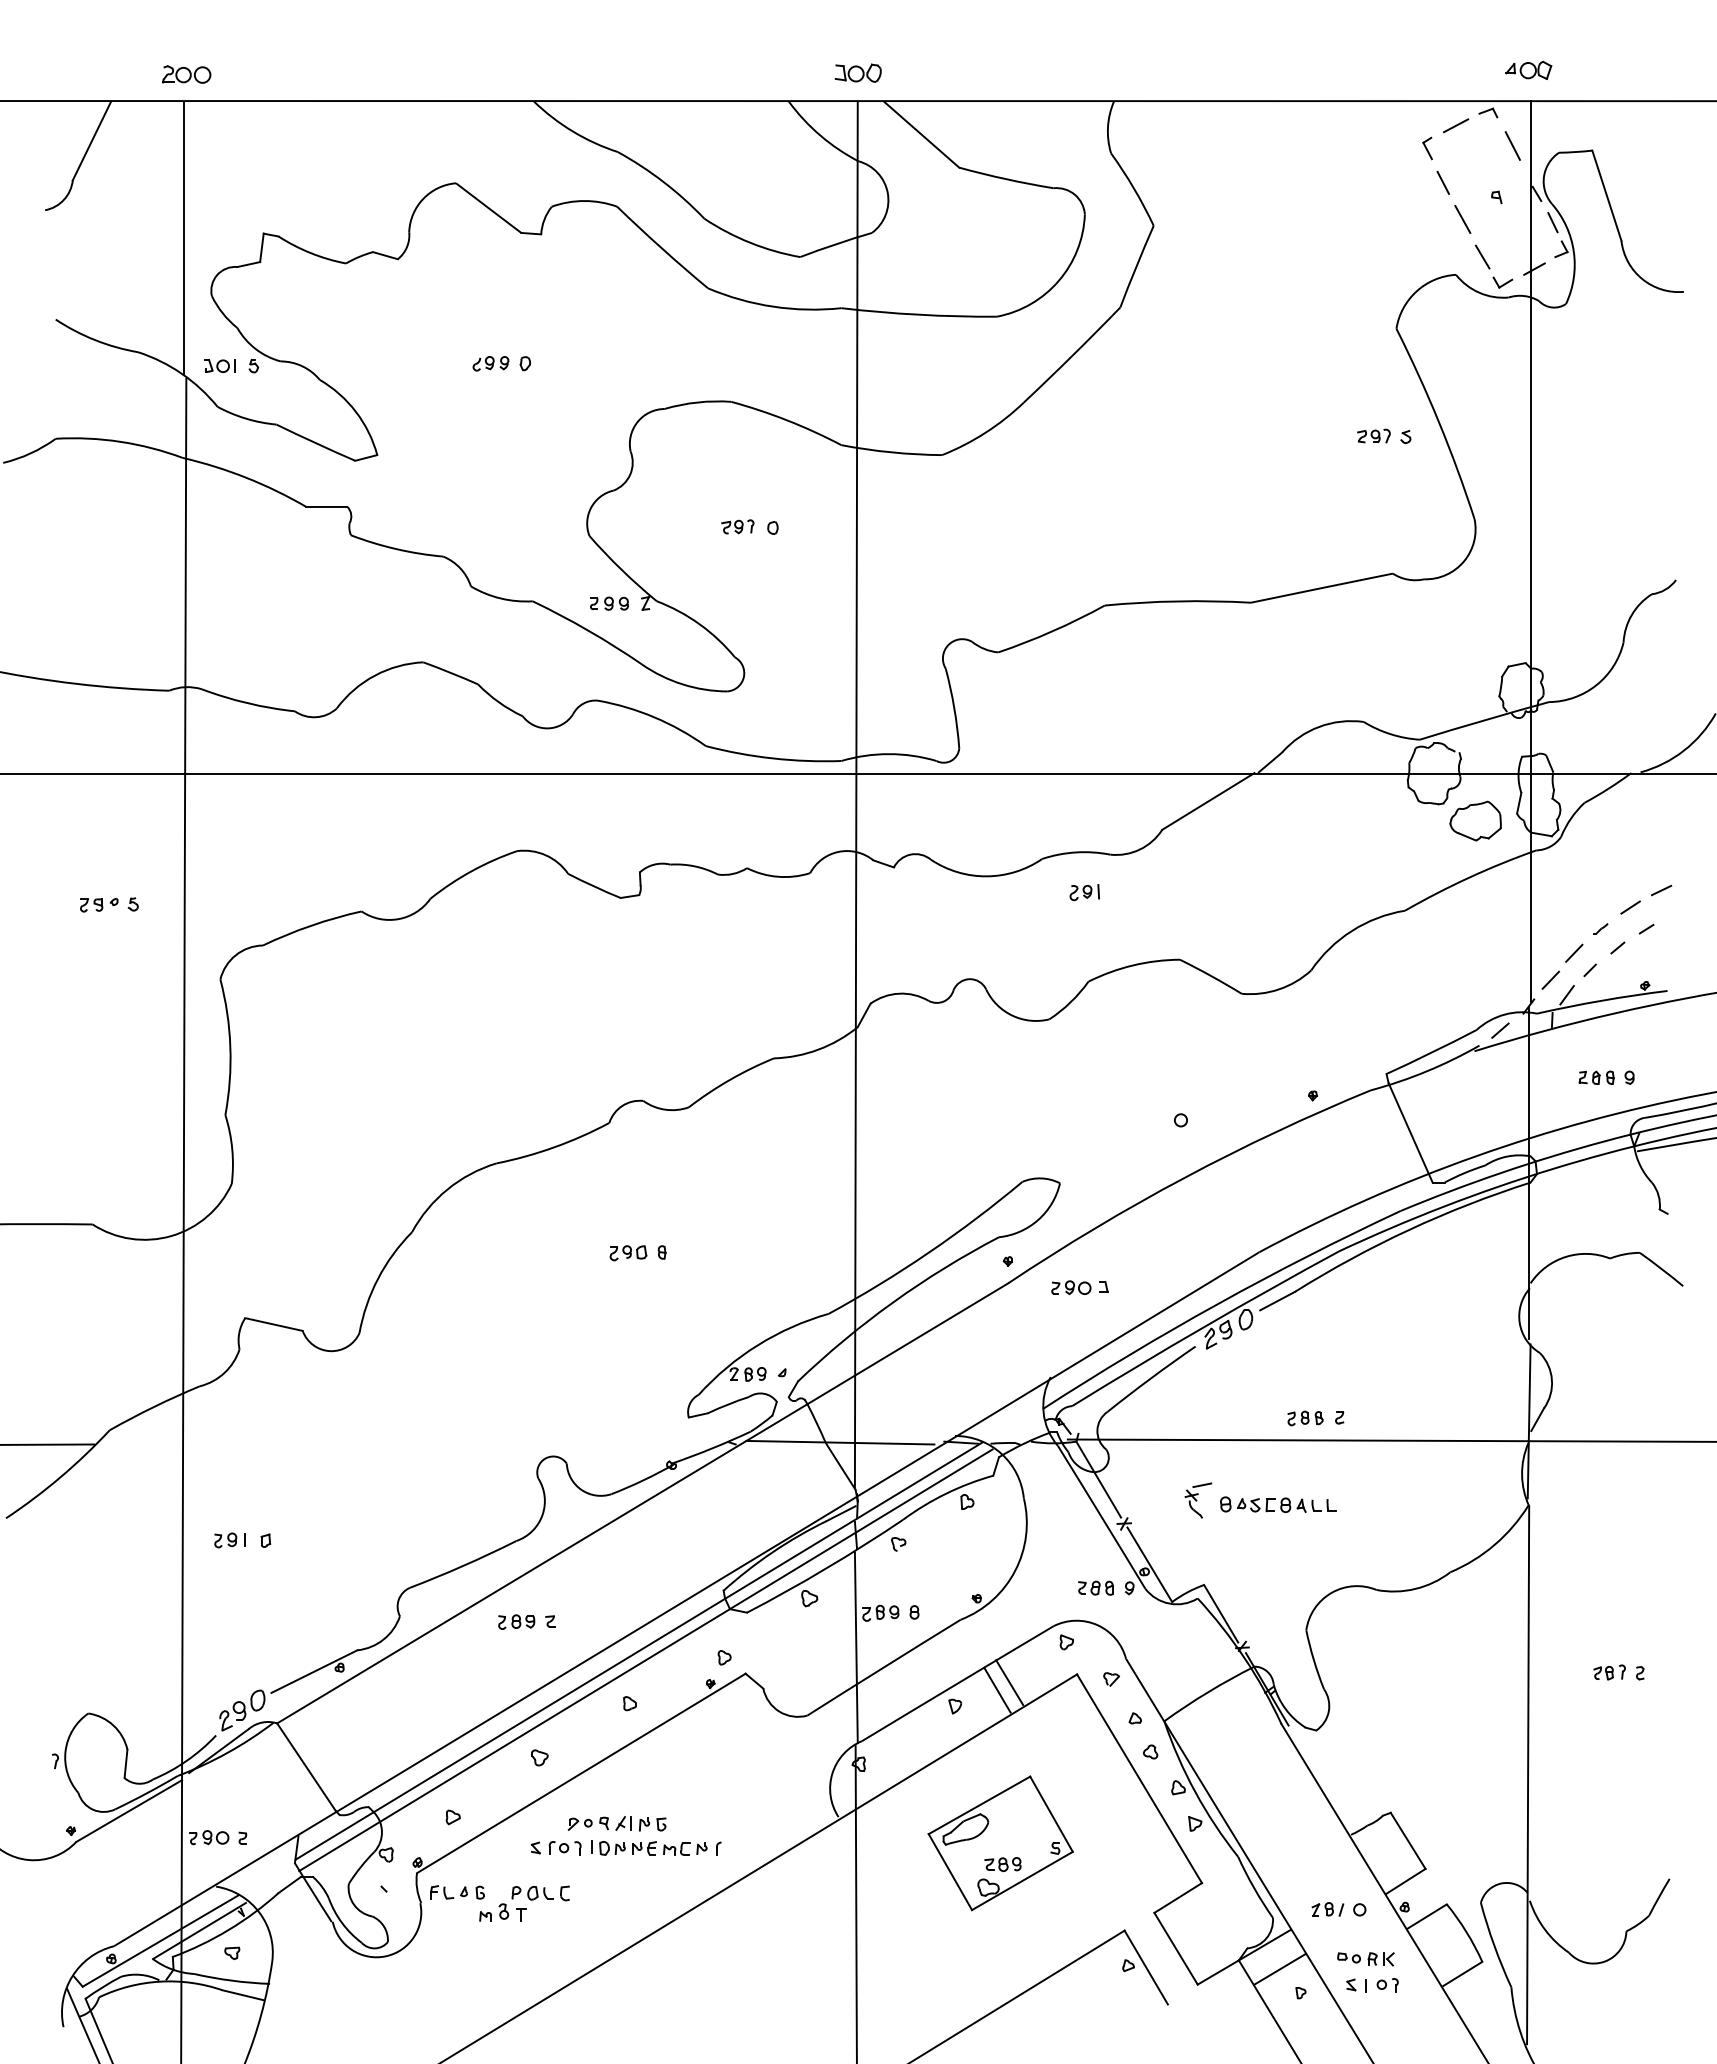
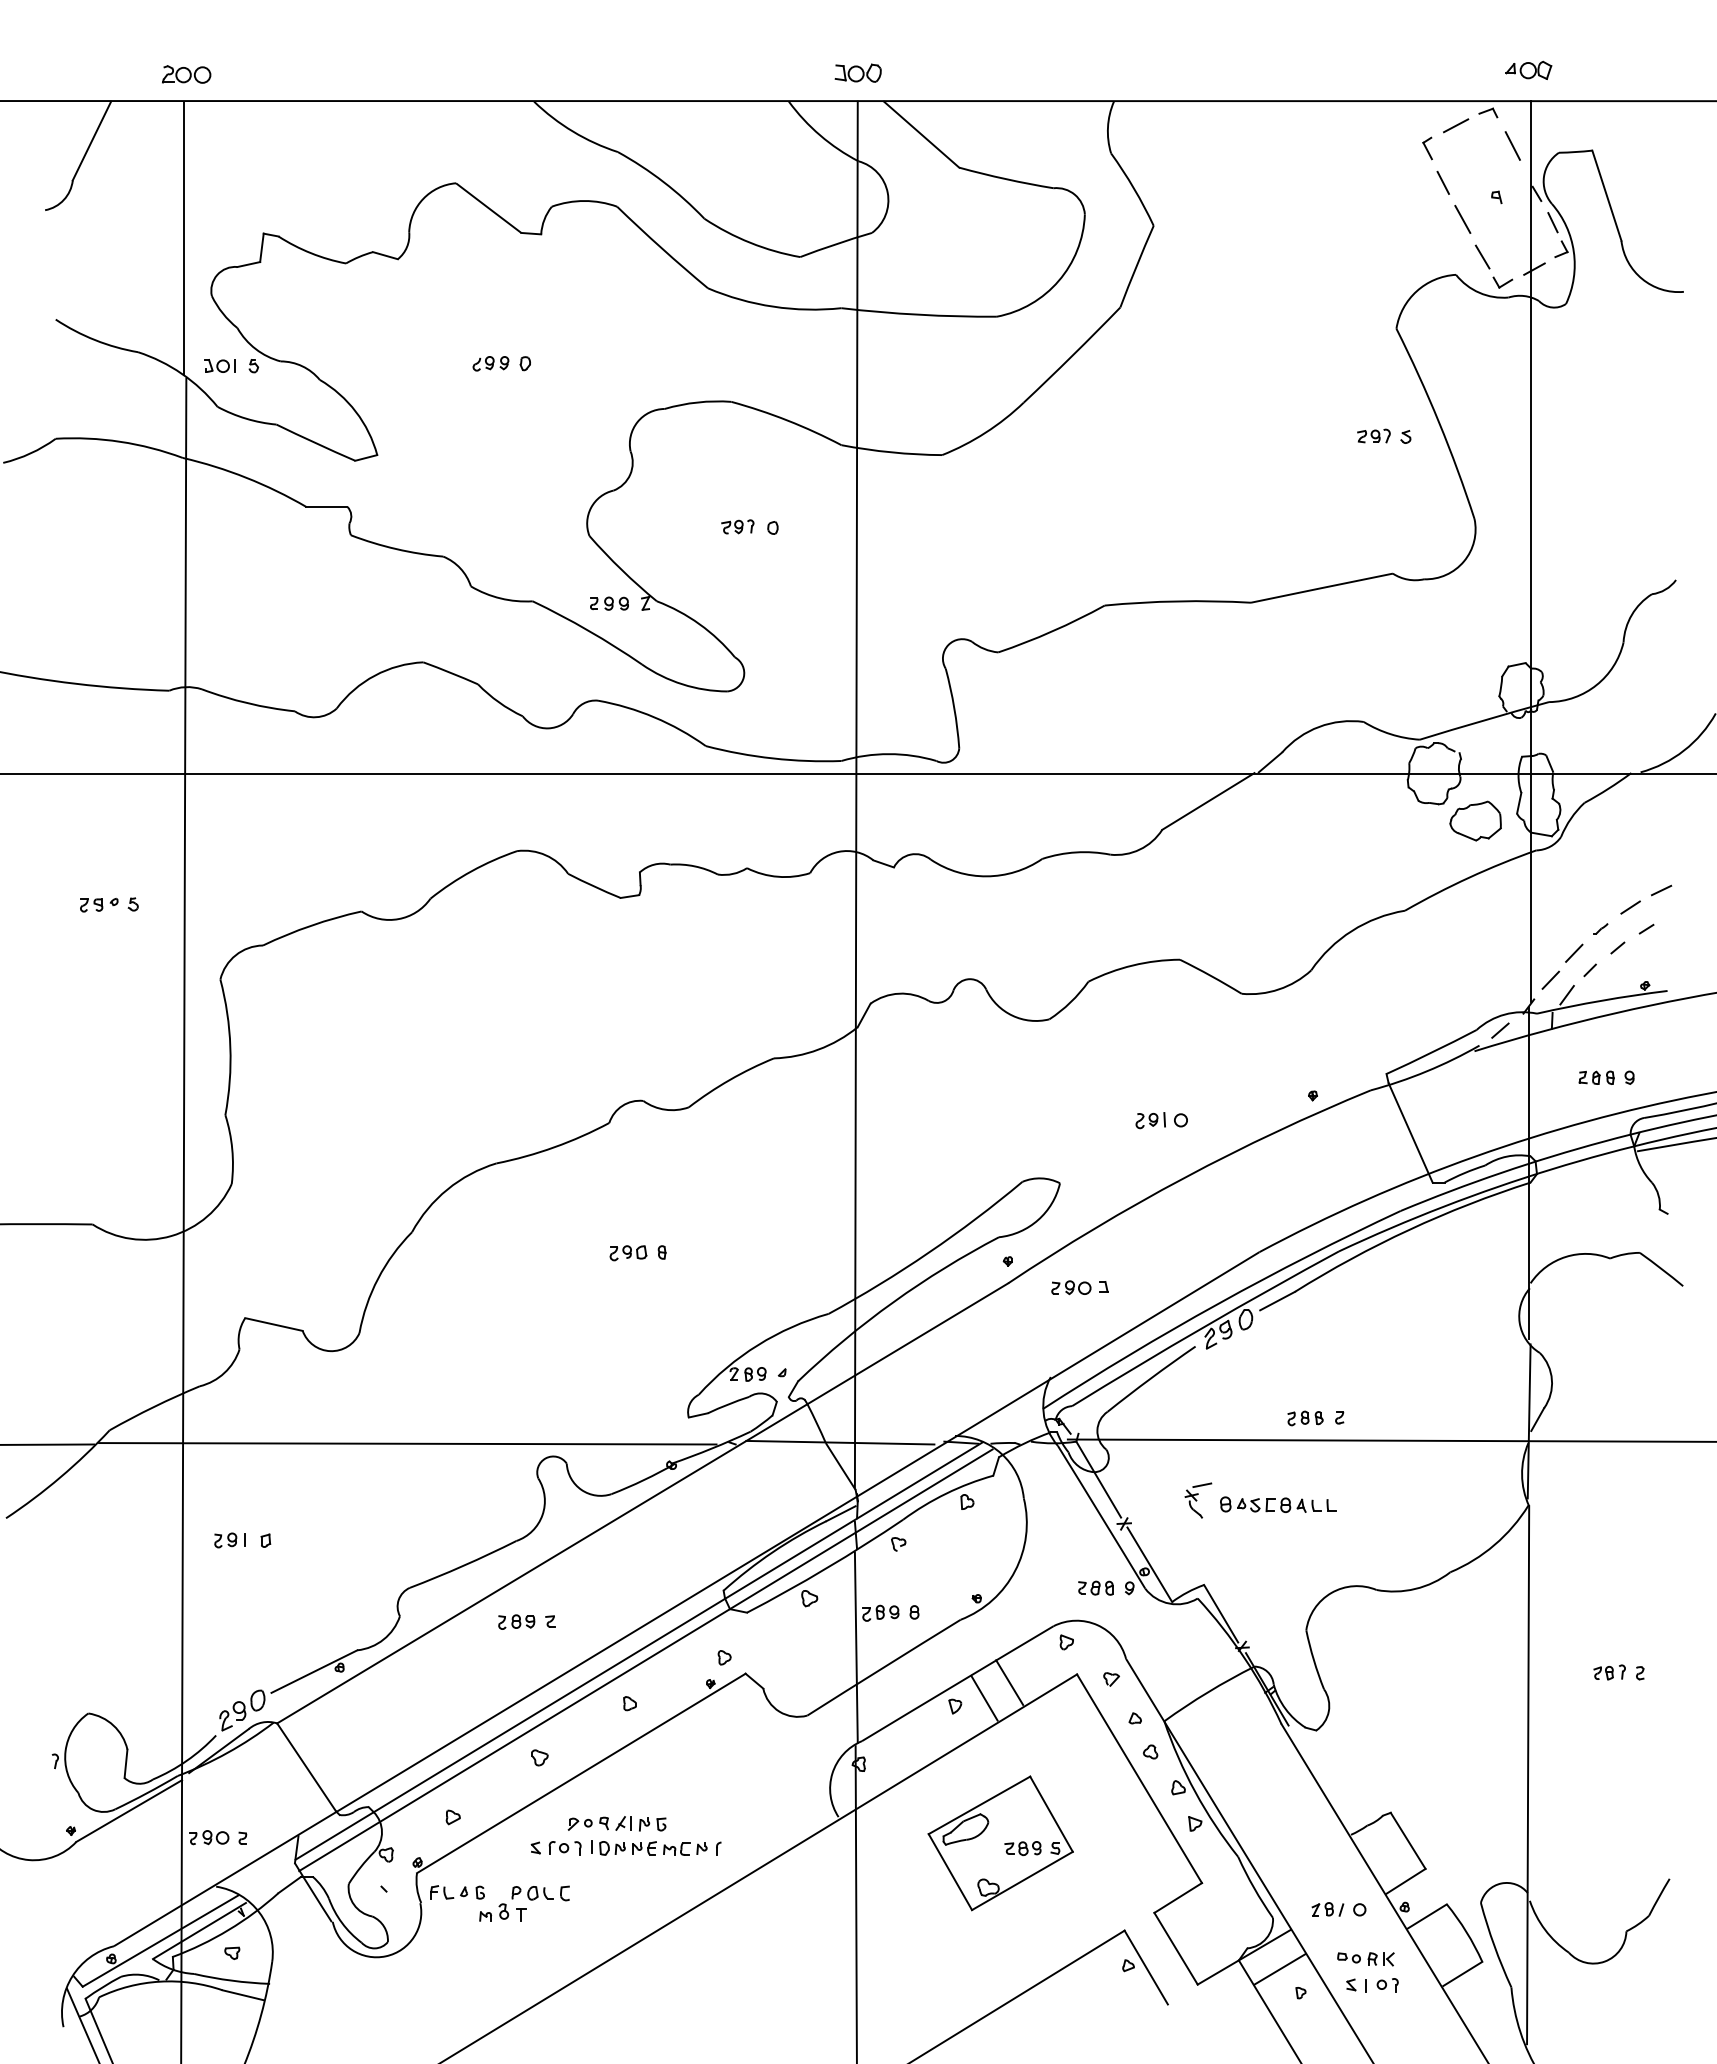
part at (1084, 892) position: (1084, 892) -> (1150, 1120)
line at (407, 1443): none -> present
line at (997, 1689) position: (997, 1689) -> (984, 1697)
part at (1002, 1864) position: (1002, 1864) -> (1022, 1848)
